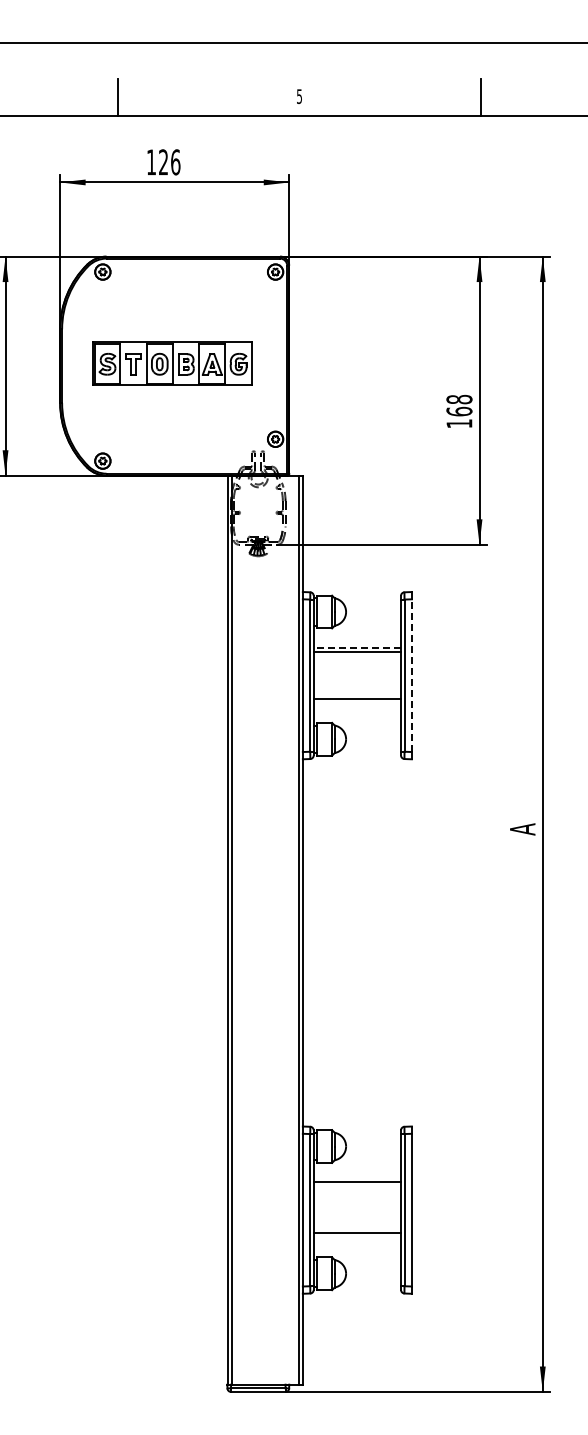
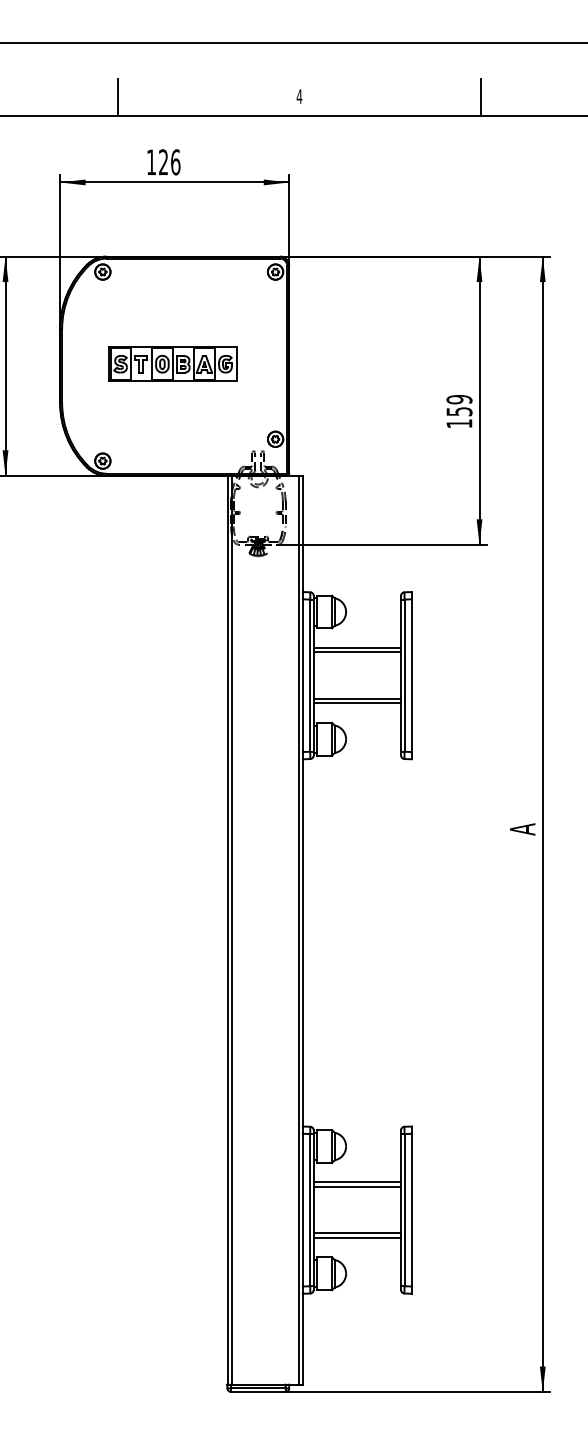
text at (299, 96): 5 -> 4
part at (172, 363) size: 161x45 px -> 130x36 px
text at (459, 405): 168 -> 159
line at (357, 647): dashed -> solid
line at (411, 675): dashed -> solid
line at (357, 703): none -> present
line at (357, 1186): none -> present
line at (357, 1237): none -> present
